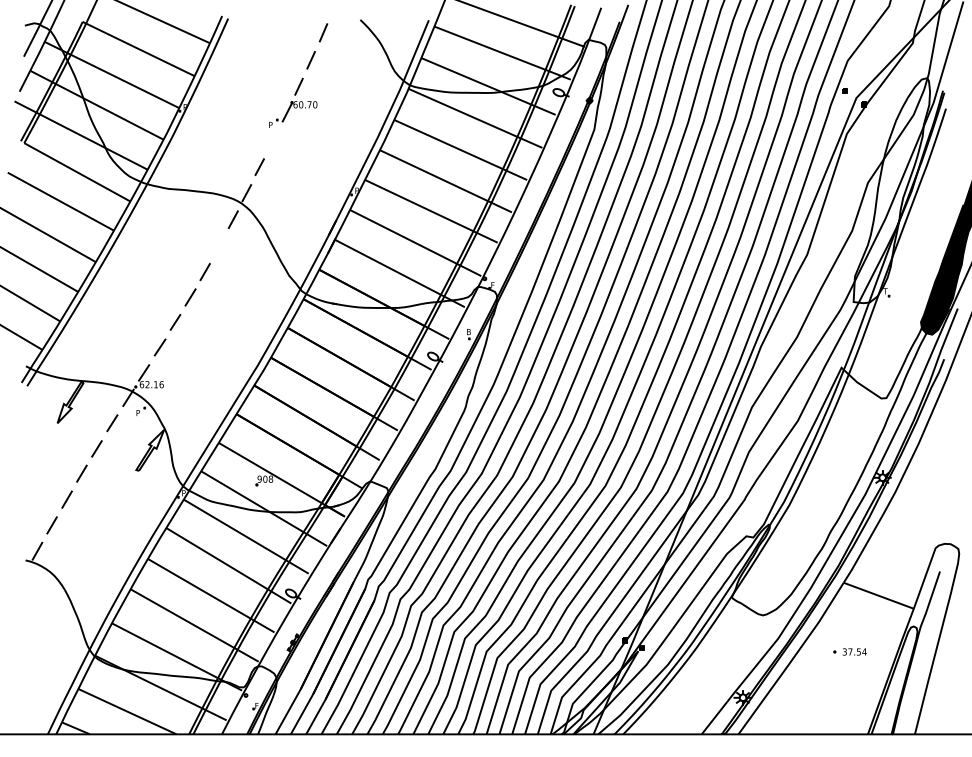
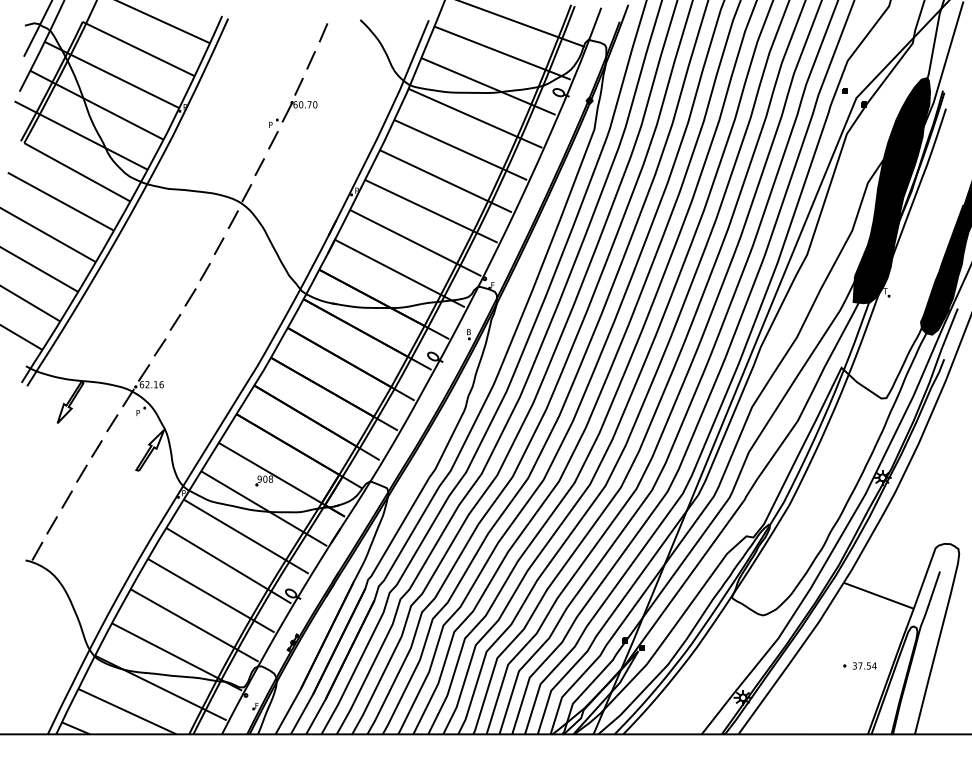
line at (273, 140): none -> present
fill at (891, 190): none -> present
line at (218, 245): none -> present
part at (849, 651) position: (849, 651) -> (859, 665)
